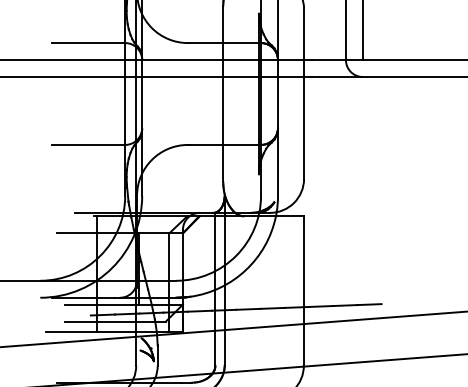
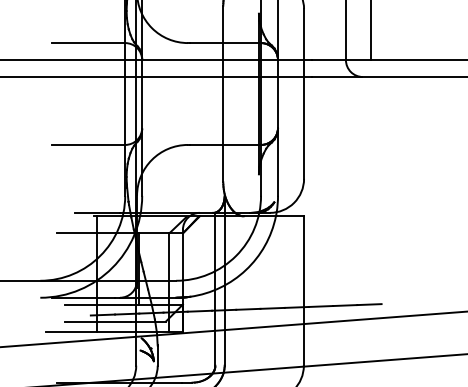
line at (362, 31) position: (362, 31) -> (370, 31)
